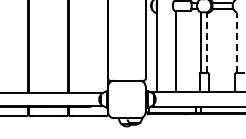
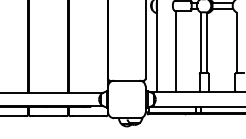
line at (207, 42): dashed -> solid
line at (236, 42): dashed -> solid
